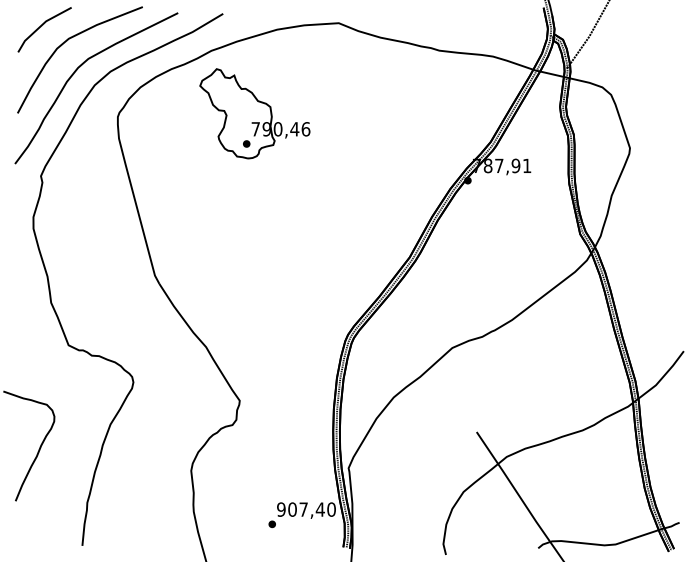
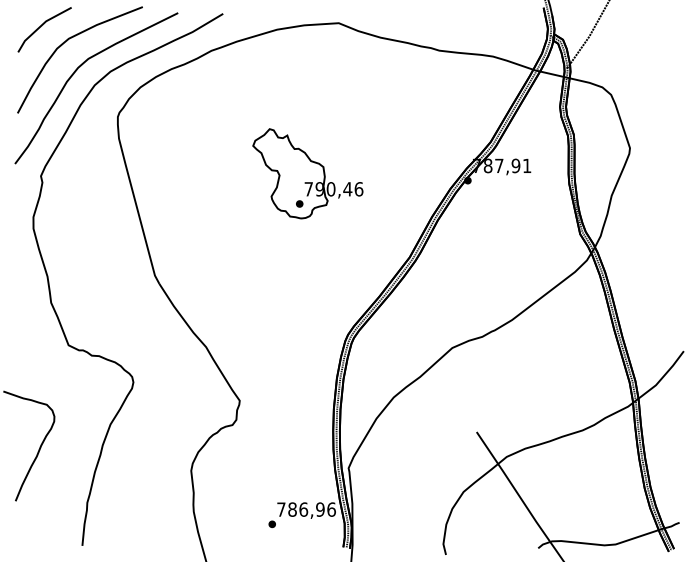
part at (254, 113) position: (254, 113) -> (307, 173)
text at (306, 509): 907,40 -> 786,96
